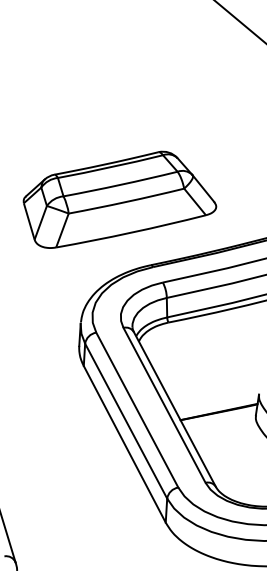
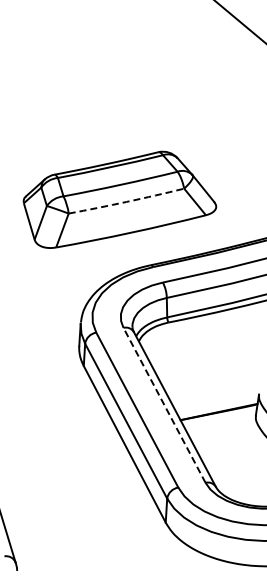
arc at (126, 201): solid -> dashed
line at (164, 405): solid -> dashed
